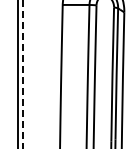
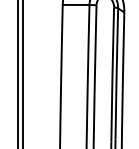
line at (23, 74): dashed -> solid
